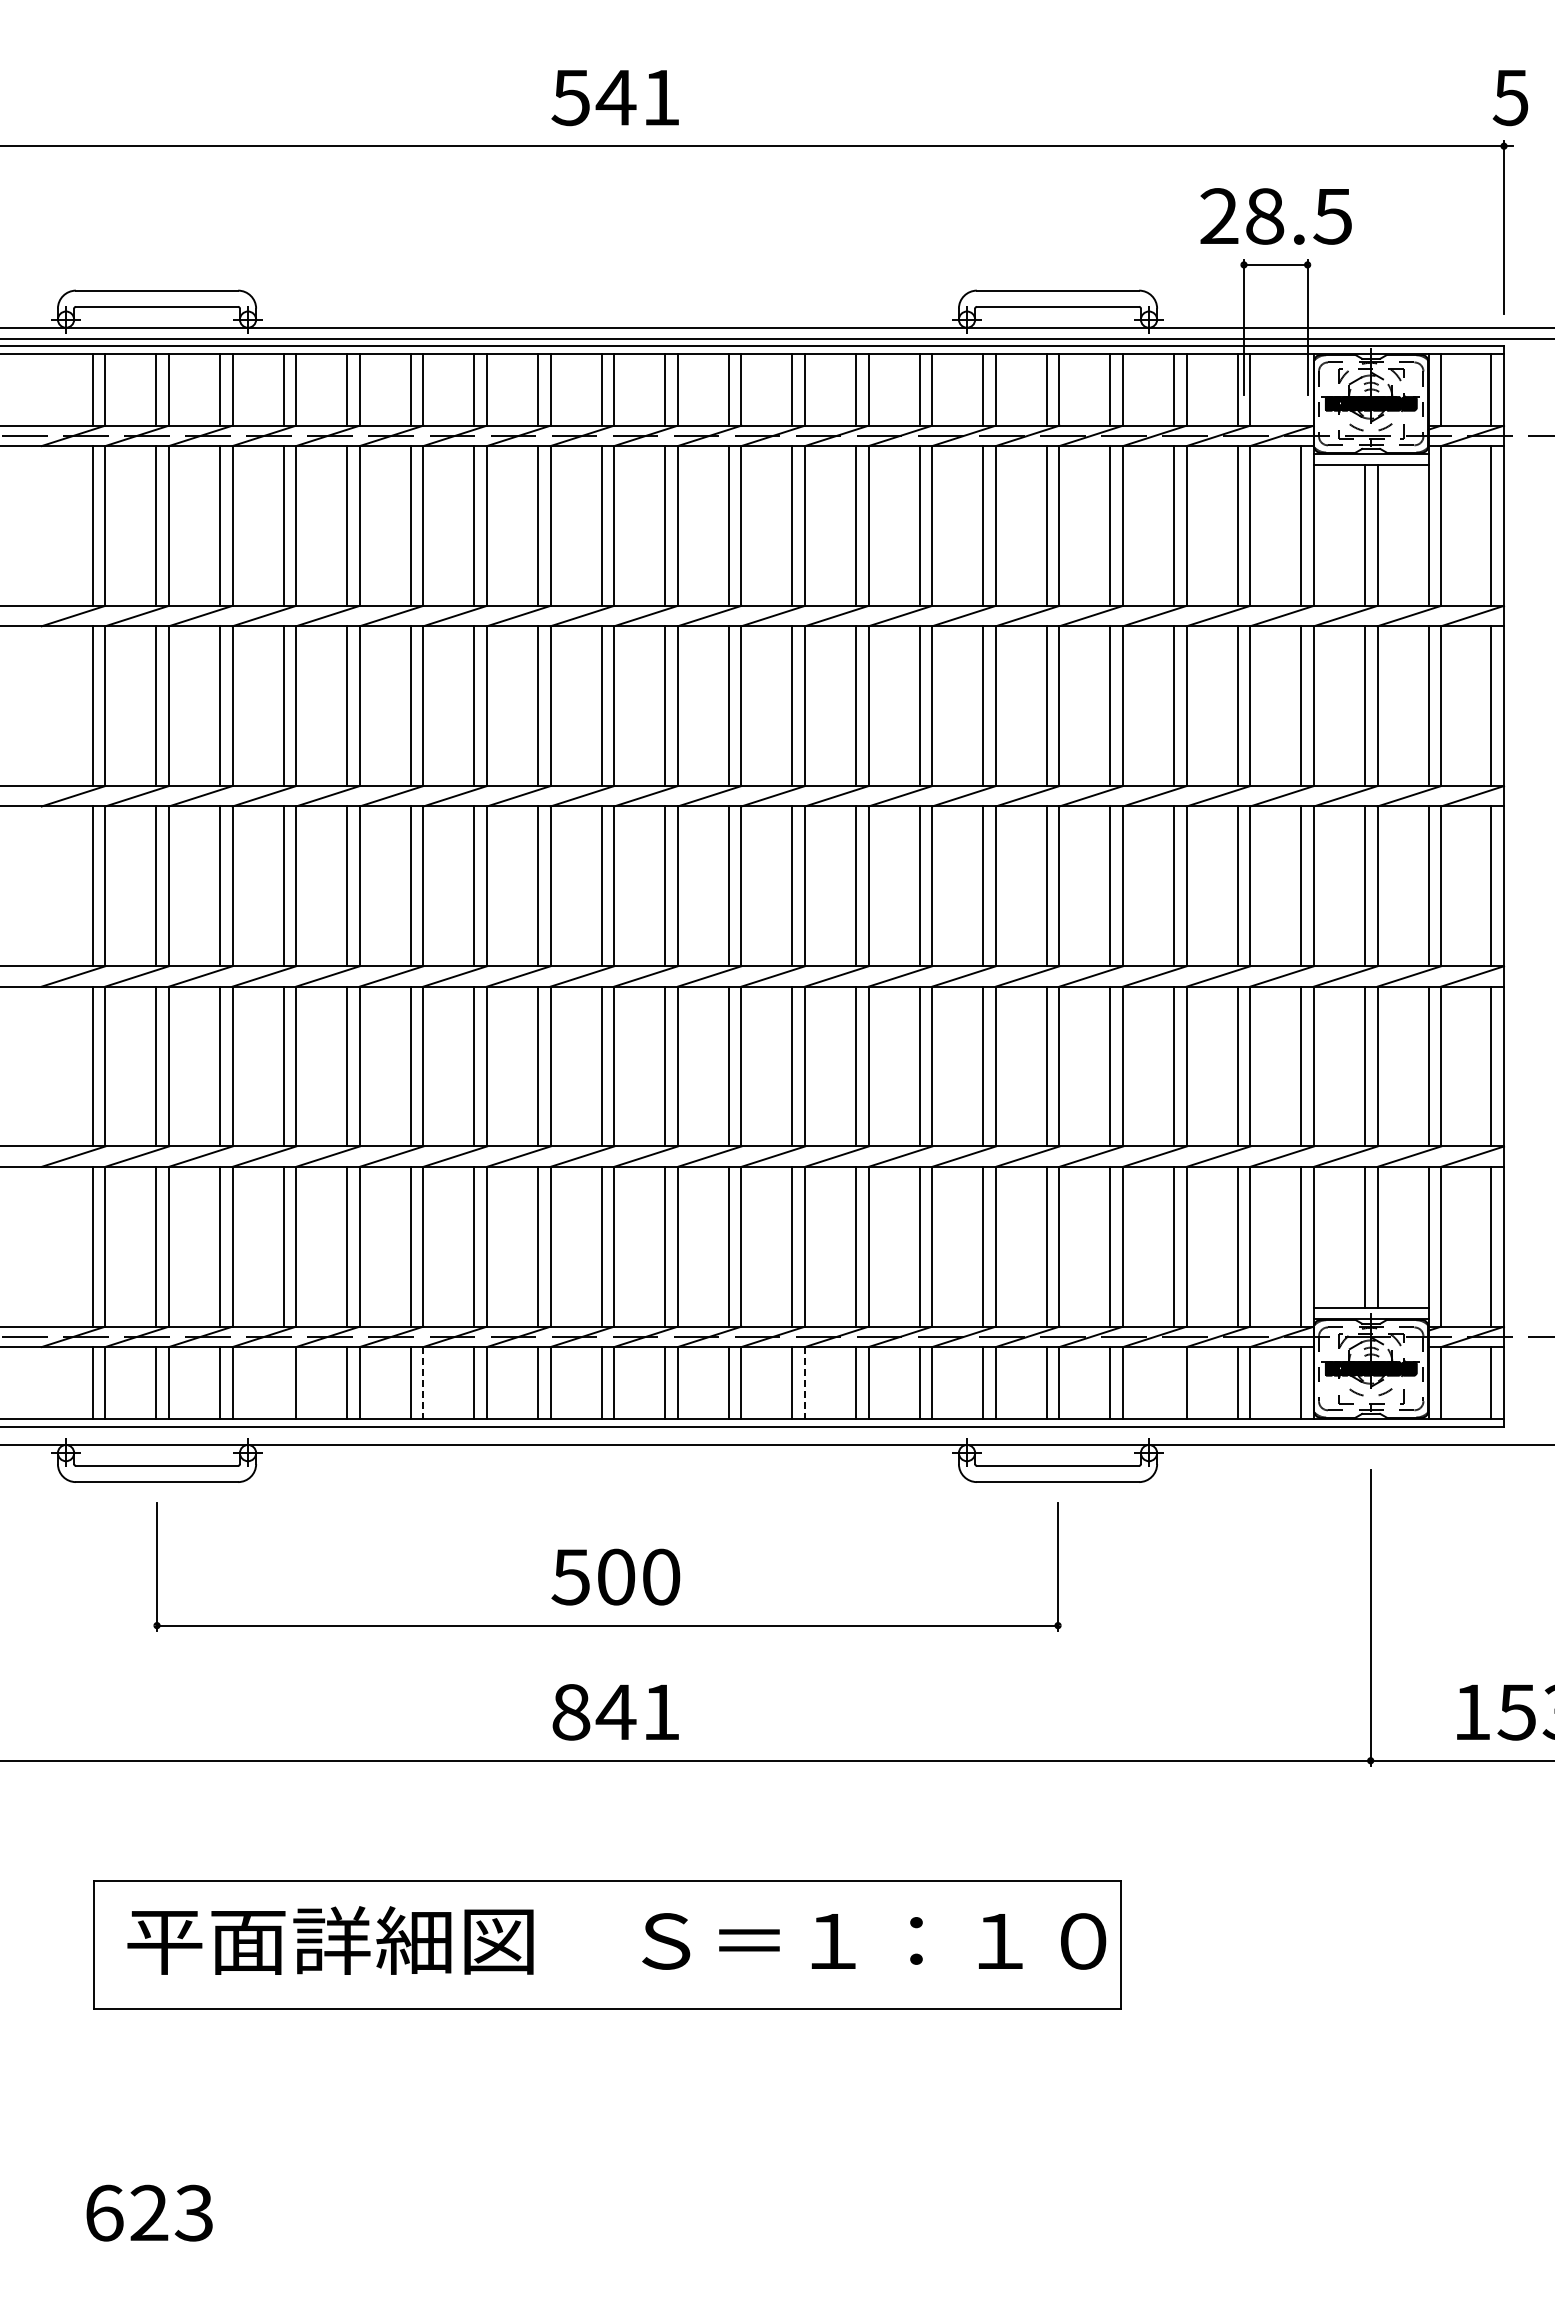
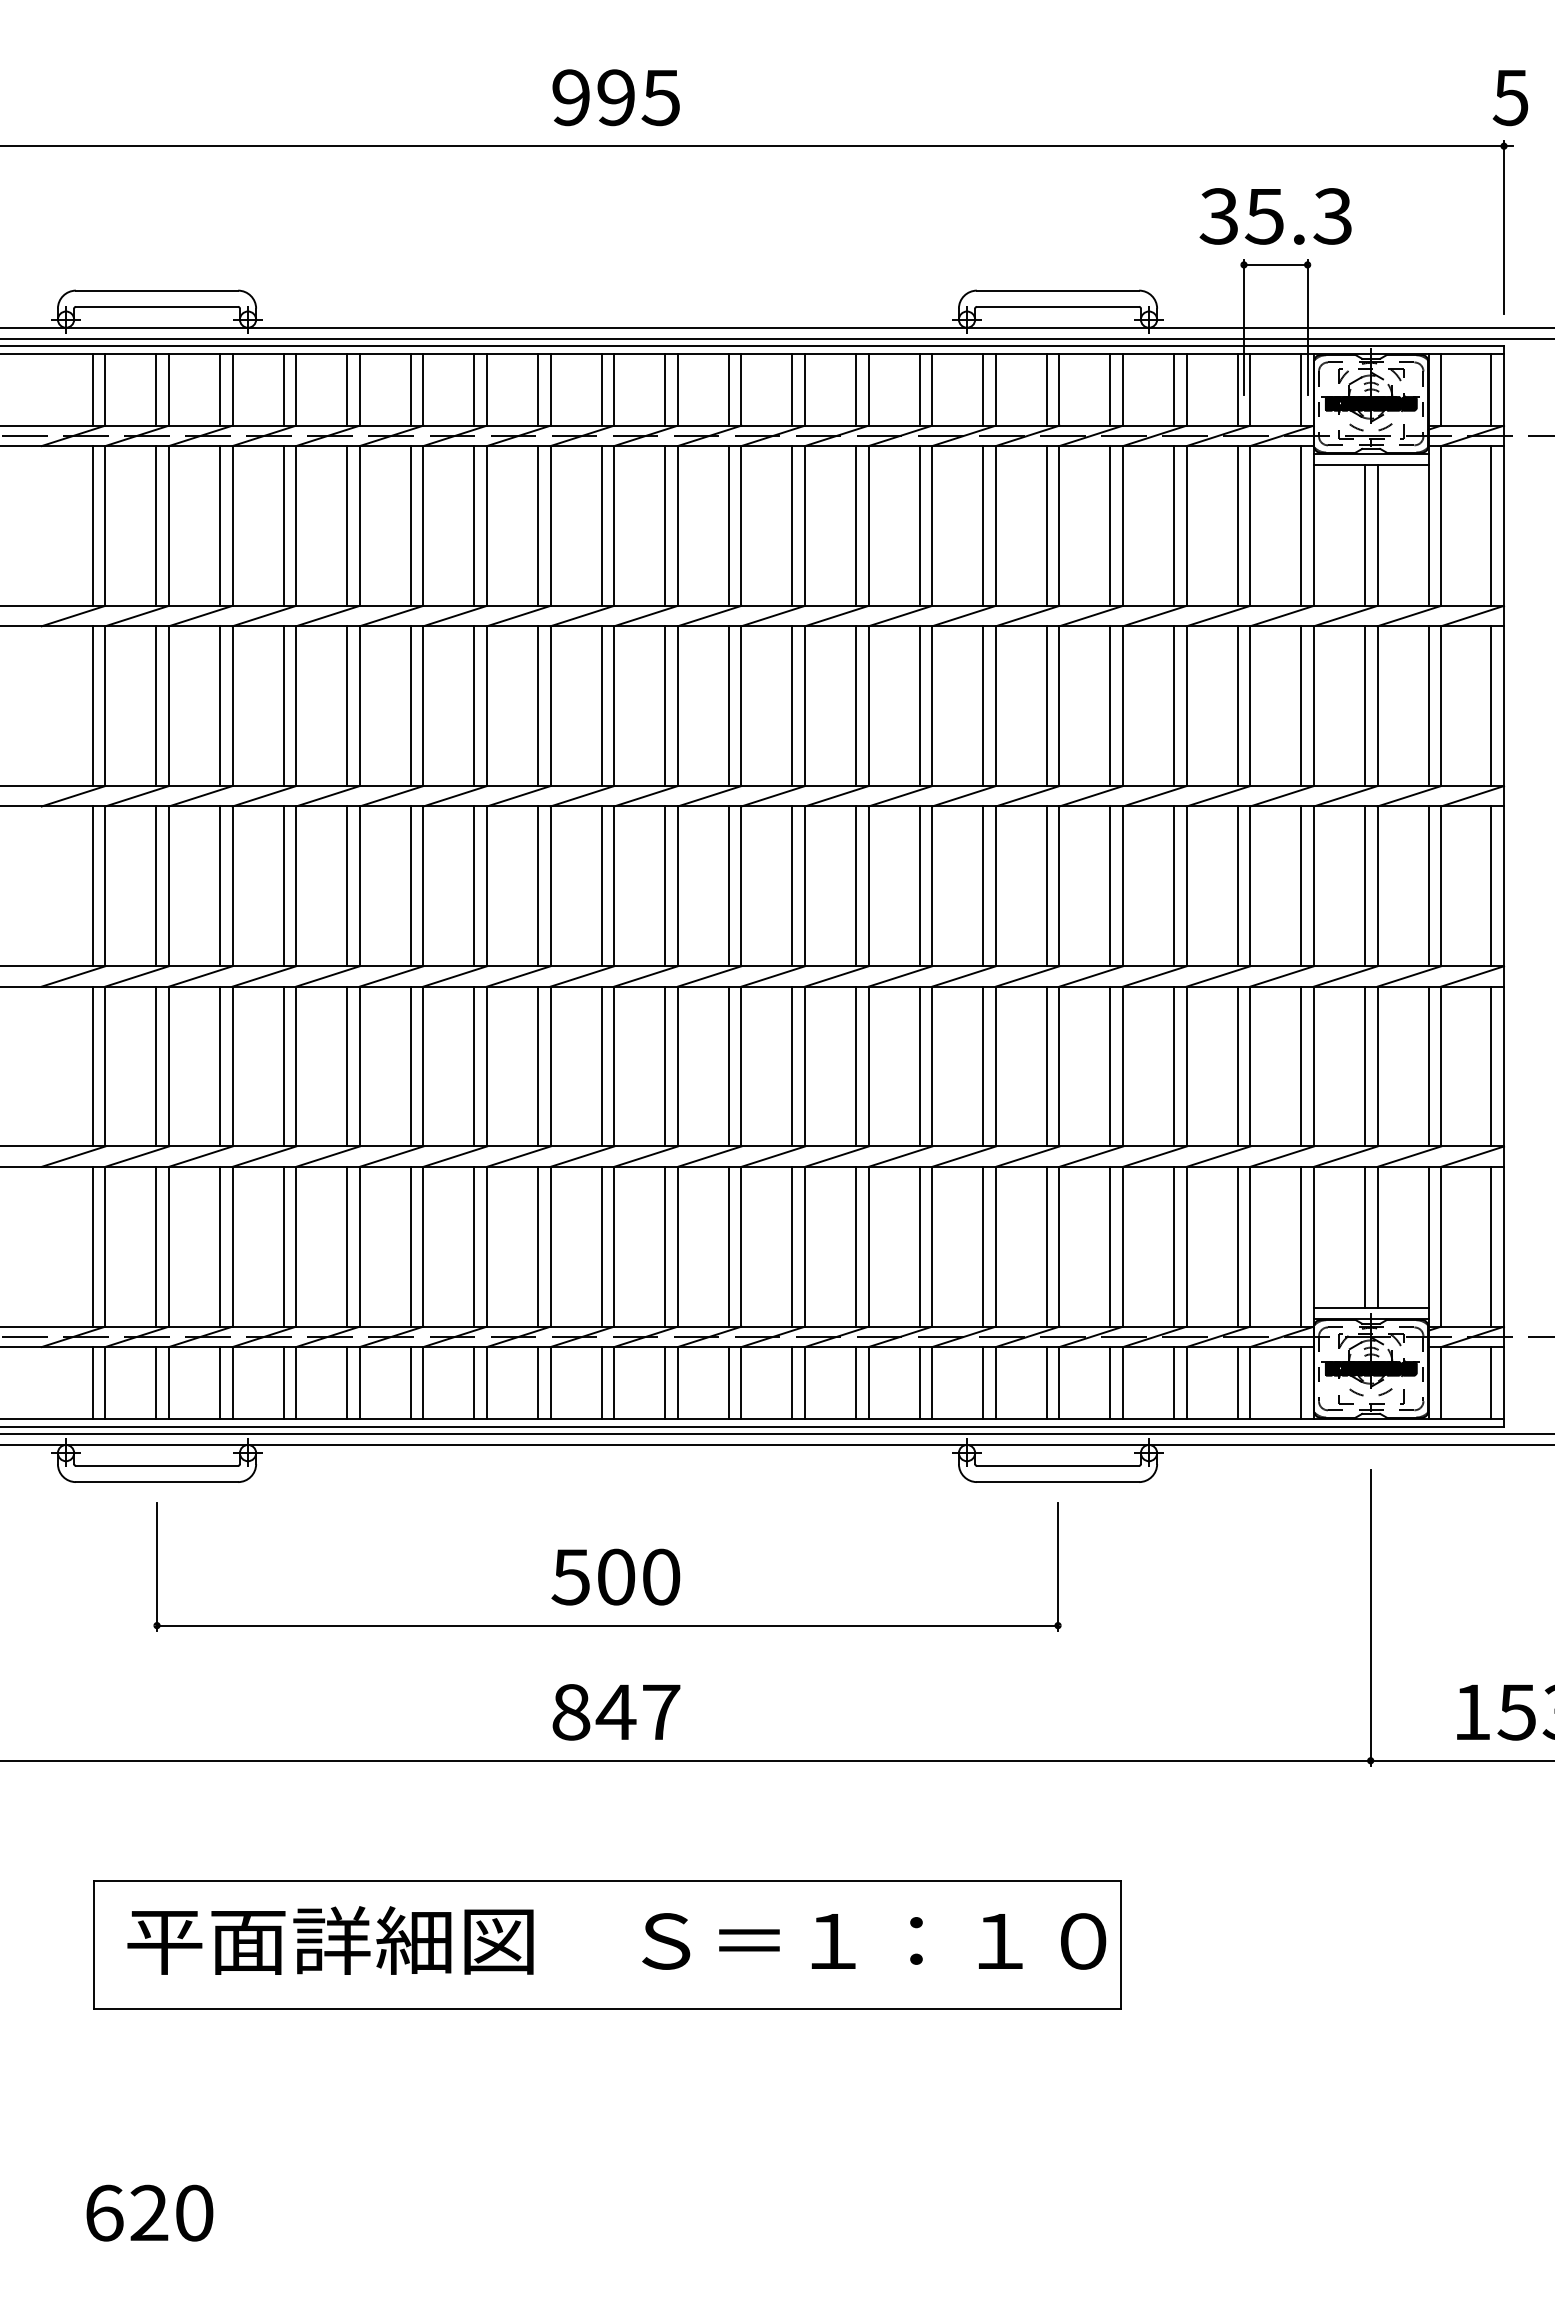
text at (615, 97): 541 -> 995
text at (1275, 216): 28.5 -> 35.3
line at (1301, 389): none -> present
line at (283, 1382): none -> present
line at (423, 1382): dashed -> solid
line at (805, 1382): dashed -> solid
line at (1174, 1382): none -> present
line at (776, 1434): none -> present
text at (661, 1711): 841 -> 847
text at (193, 2212): 623 -> 620
